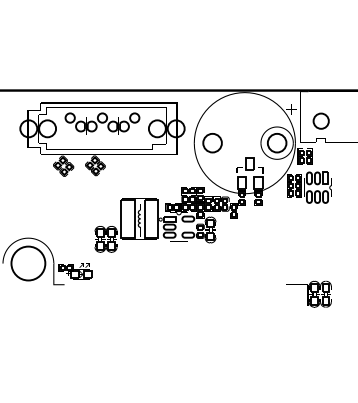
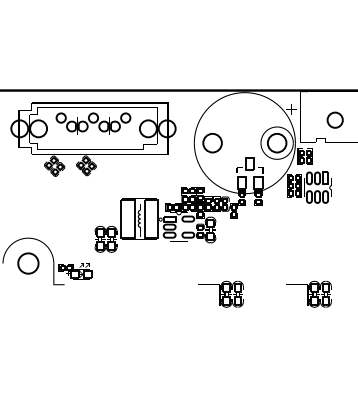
circle at (320, 120) position: (320, 120) -> (334, 119)
part at (102, 139) position: (102, 139) -> (93, 139)
circle at (28, 263) diameter: 34 px -> 20 px
part at (220, 293): none -> present
